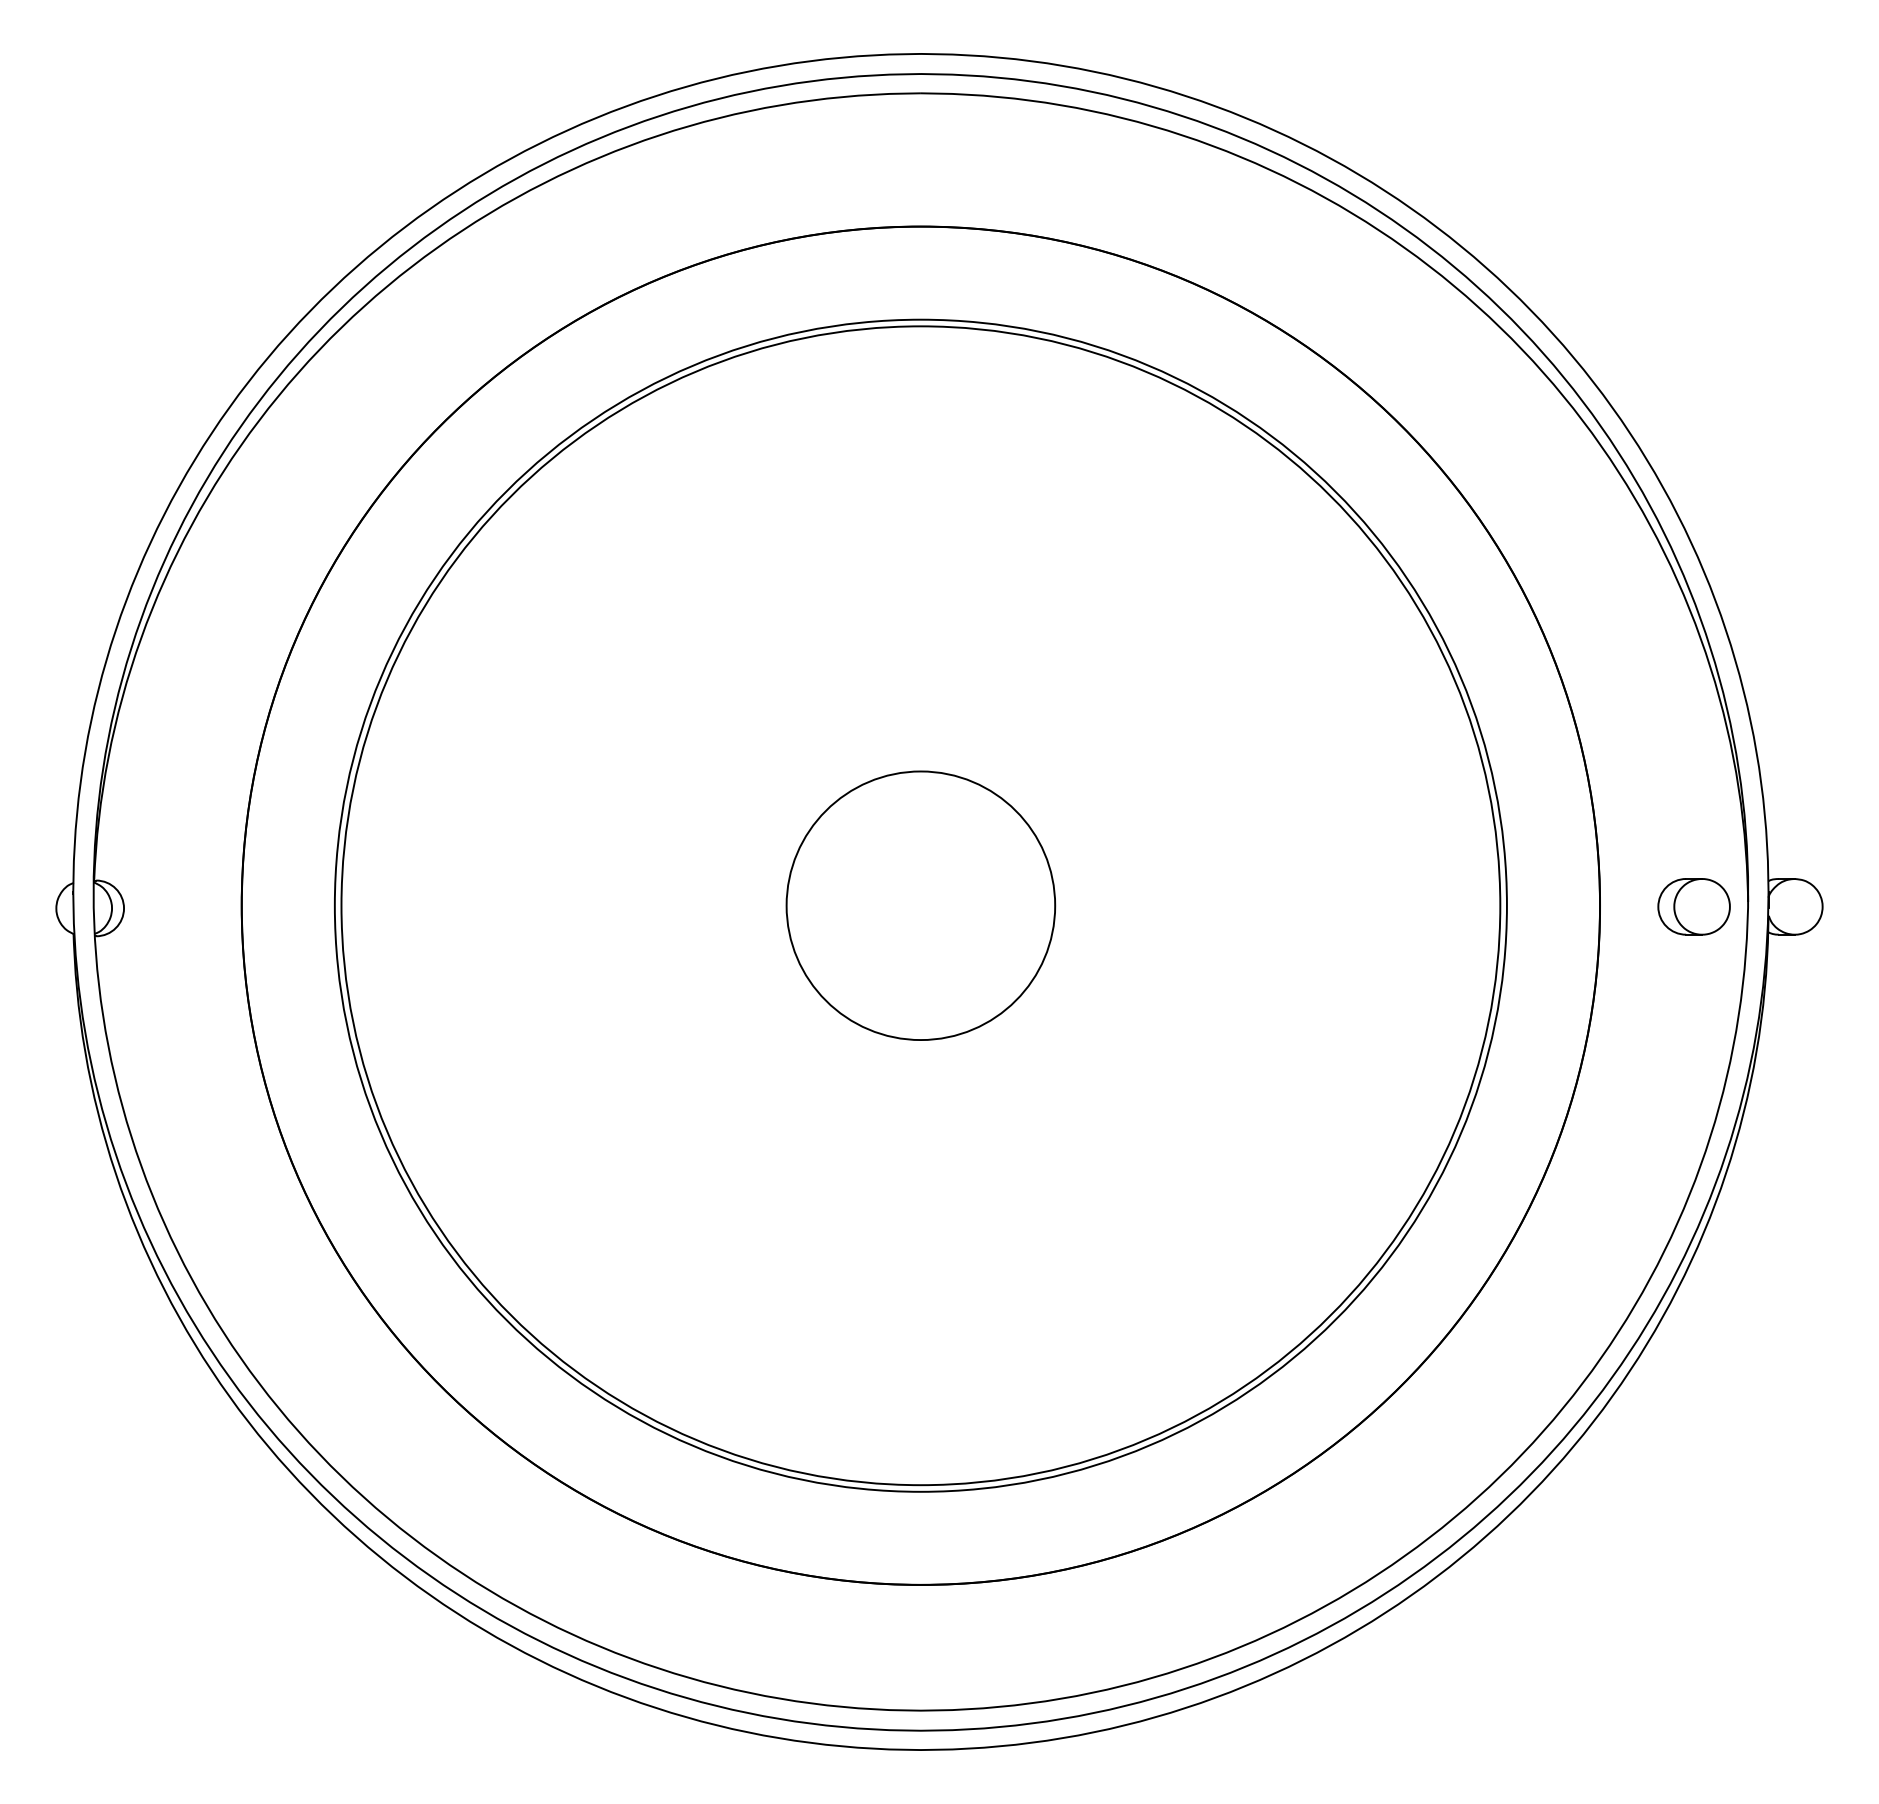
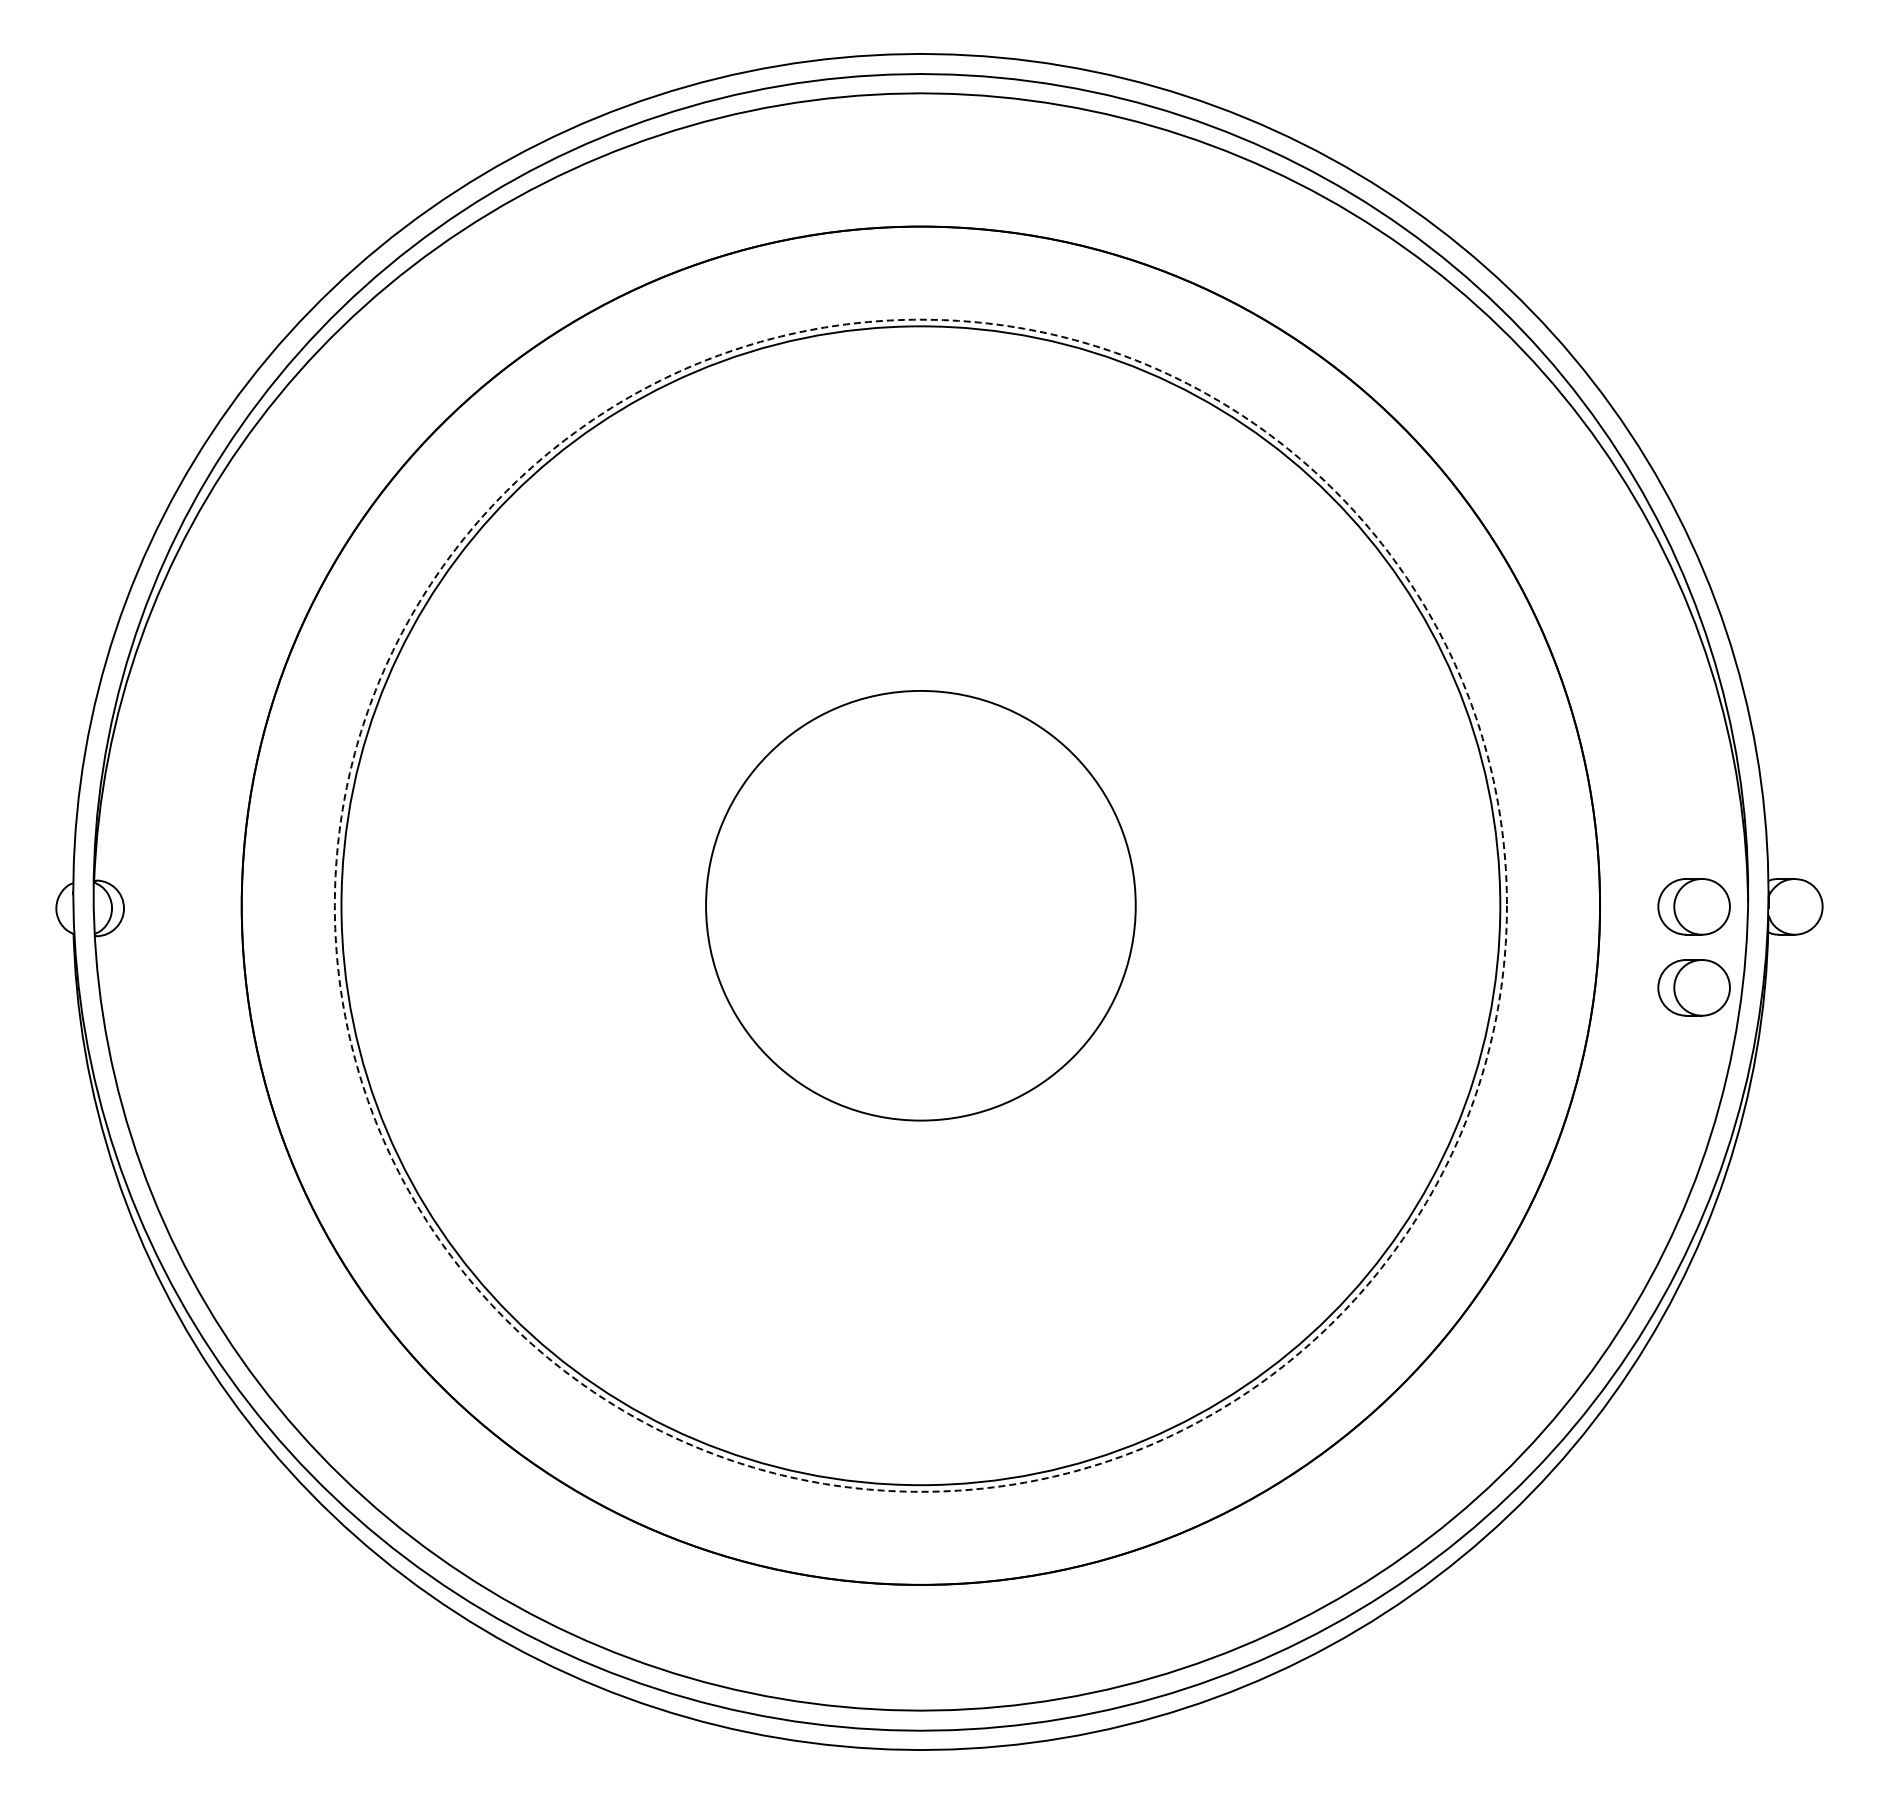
circle at (920, 905) diameter: 269 px -> 430 px
circle at (920, 905): solid -> dashed
part at (1693, 987): none -> present
